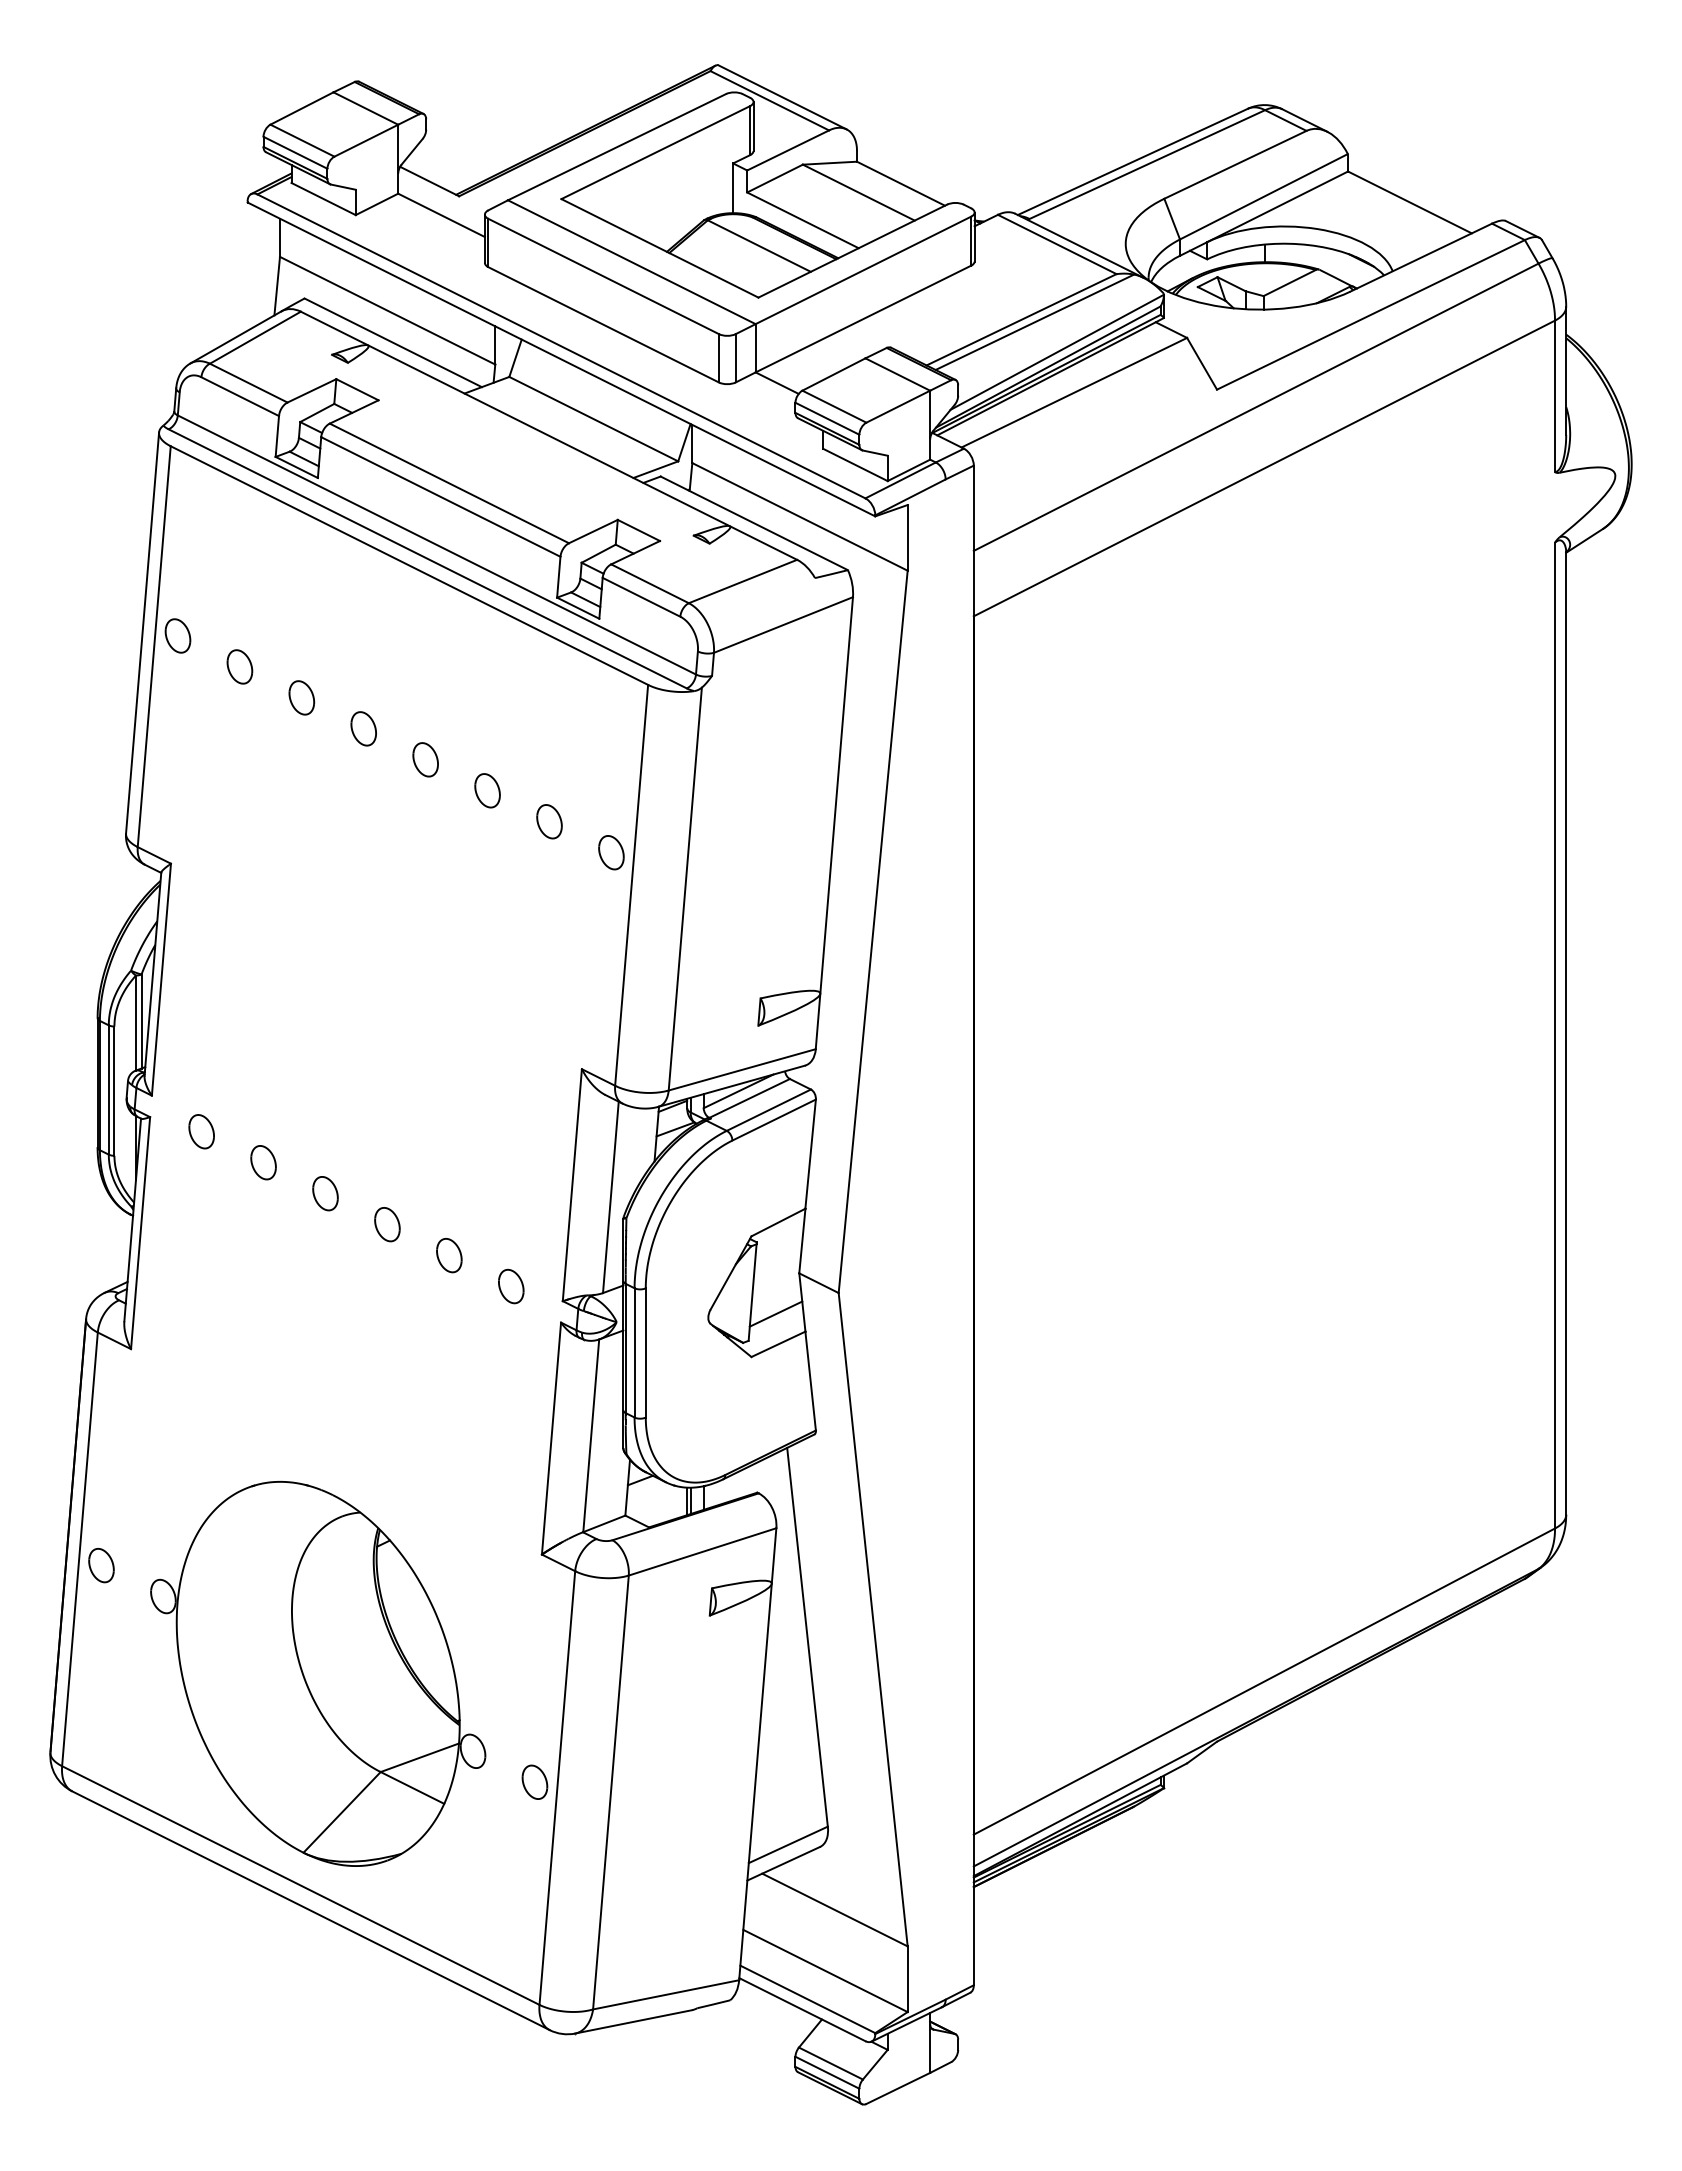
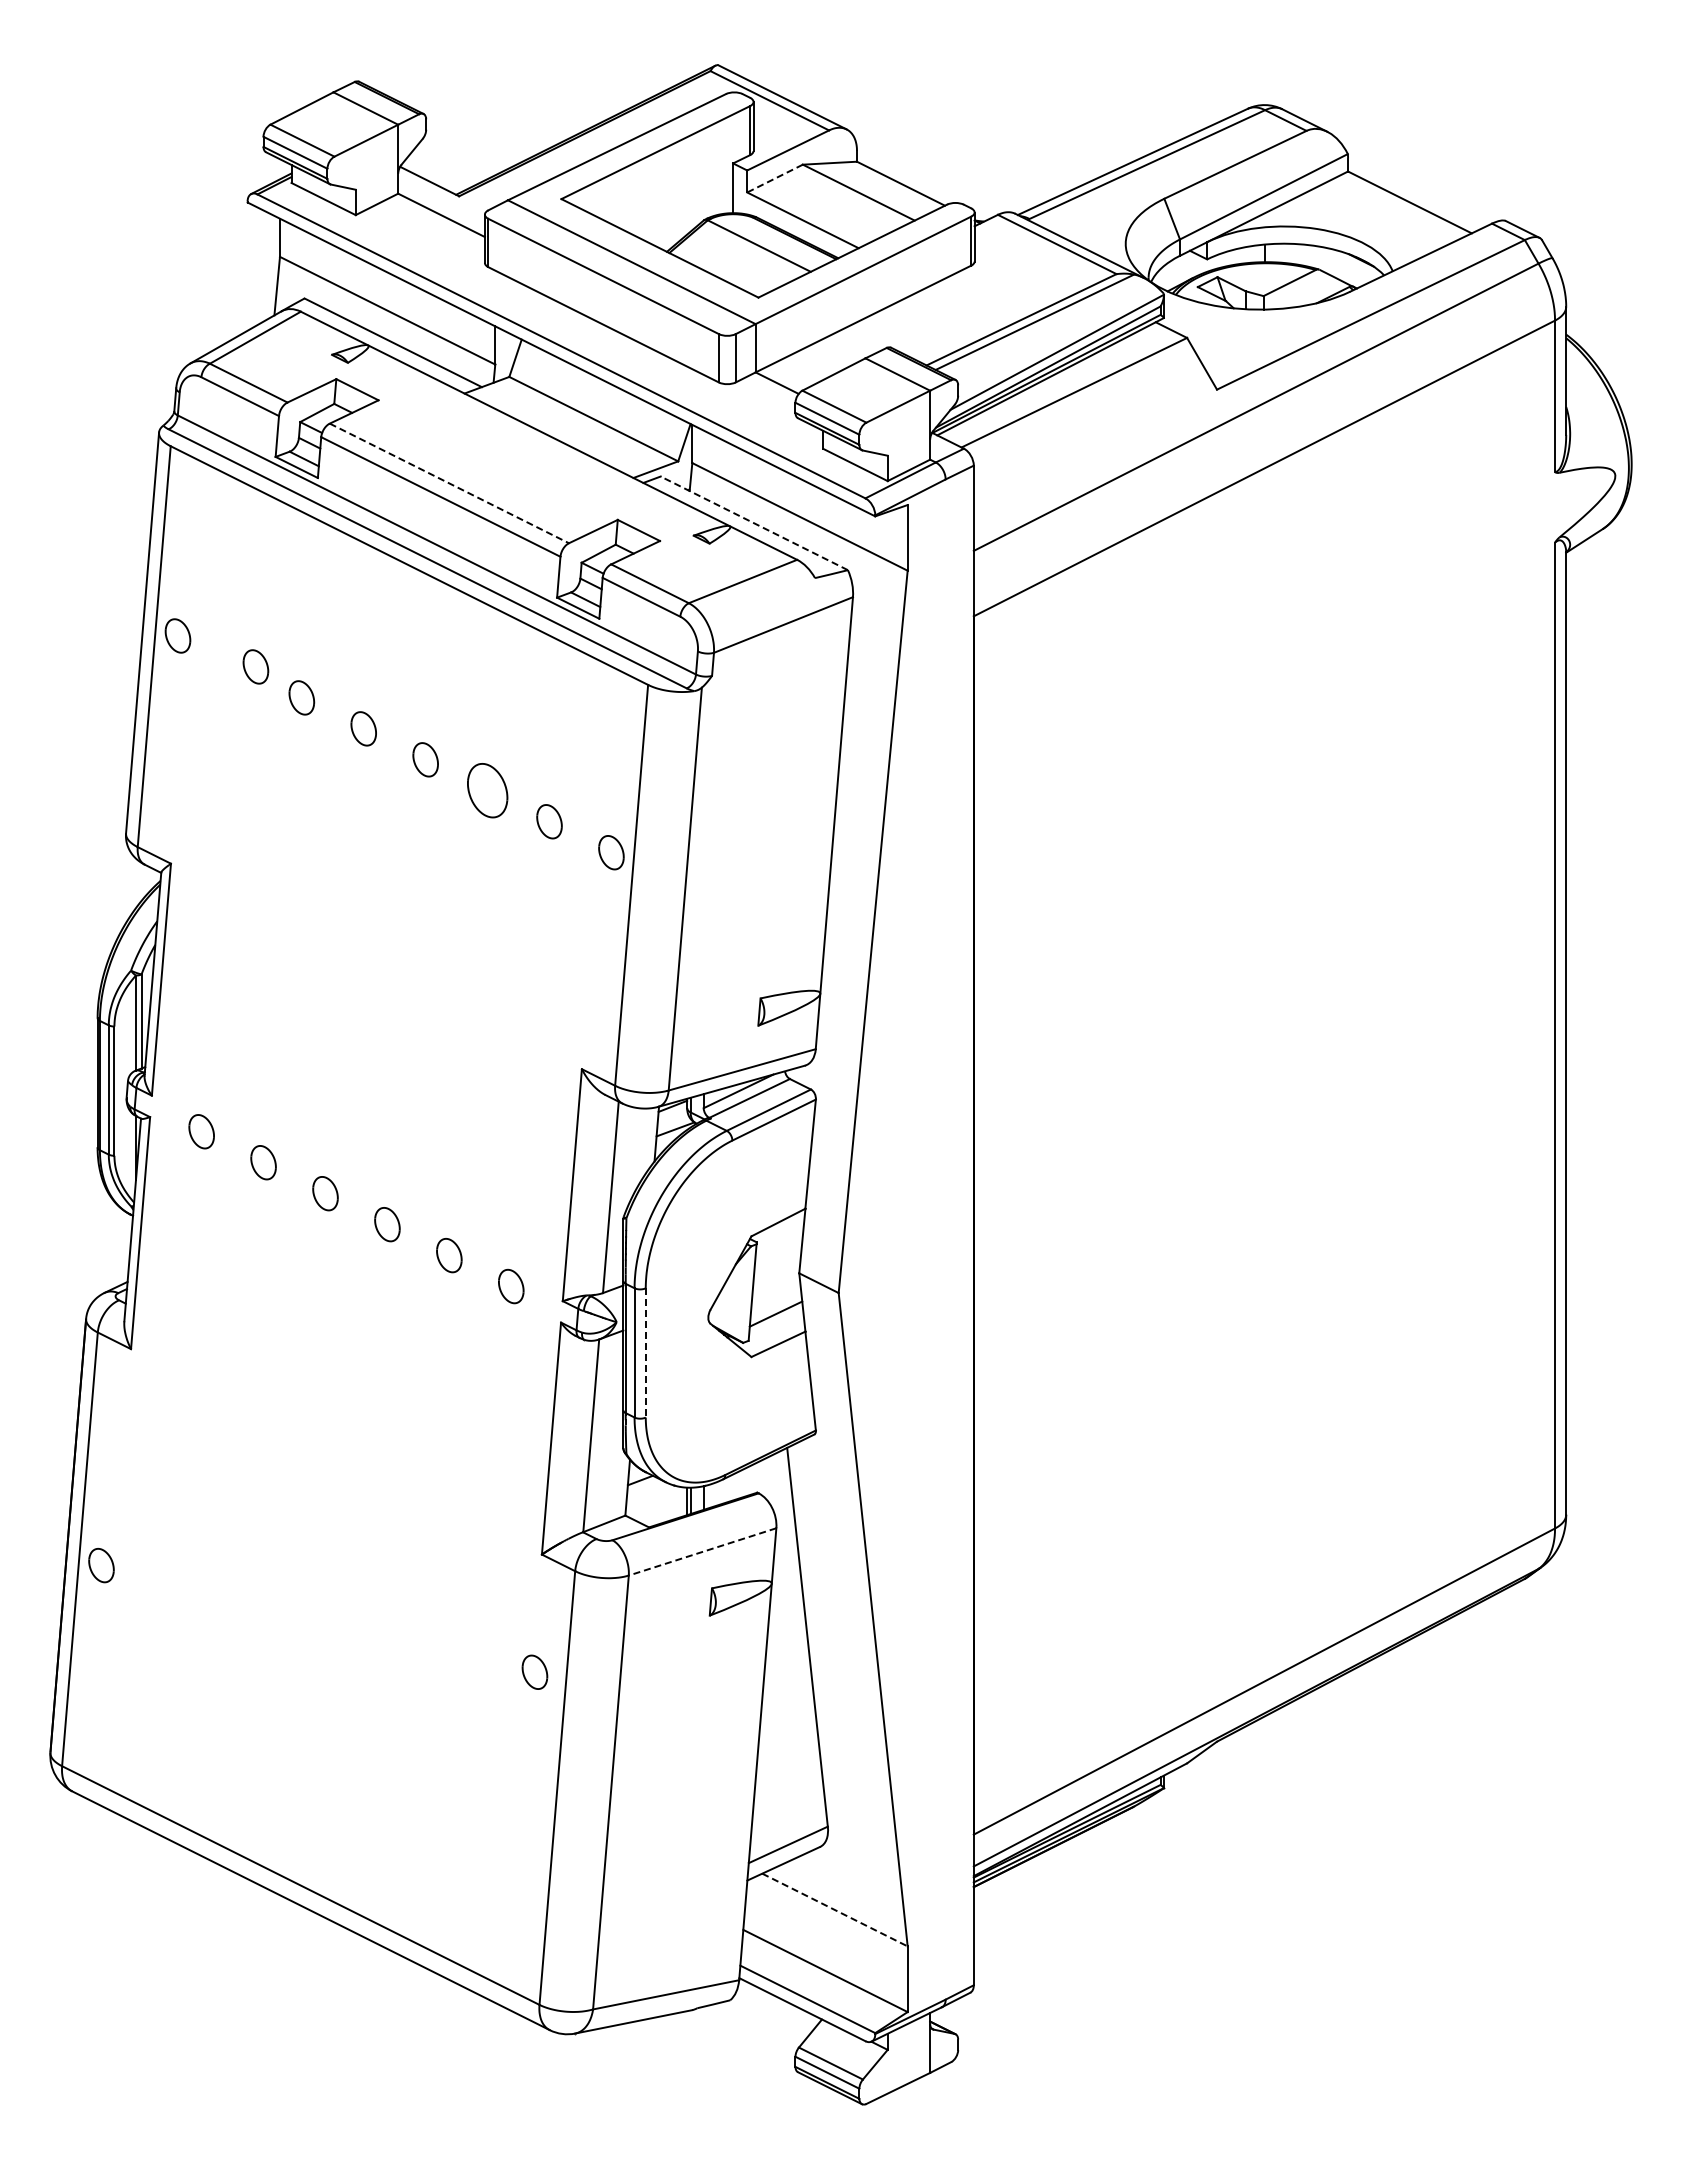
line at (774, 178): solid -> dashed
line at (449, 483): solid -> dashed
line at (754, 523): solid -> dashed
part at (239, 666) position: (239, 666) -> (255, 666)
part at (487, 790) size: 27x36 px -> 42x56 px
line at (645, 1352): solid -> dashed
line at (702, 1552): solid -> dashed
part at (318, 1673): present -> none
part at (534, 1781) position: (534, 1781) -> (534, 1671)
line at (835, 1910): solid -> dashed
